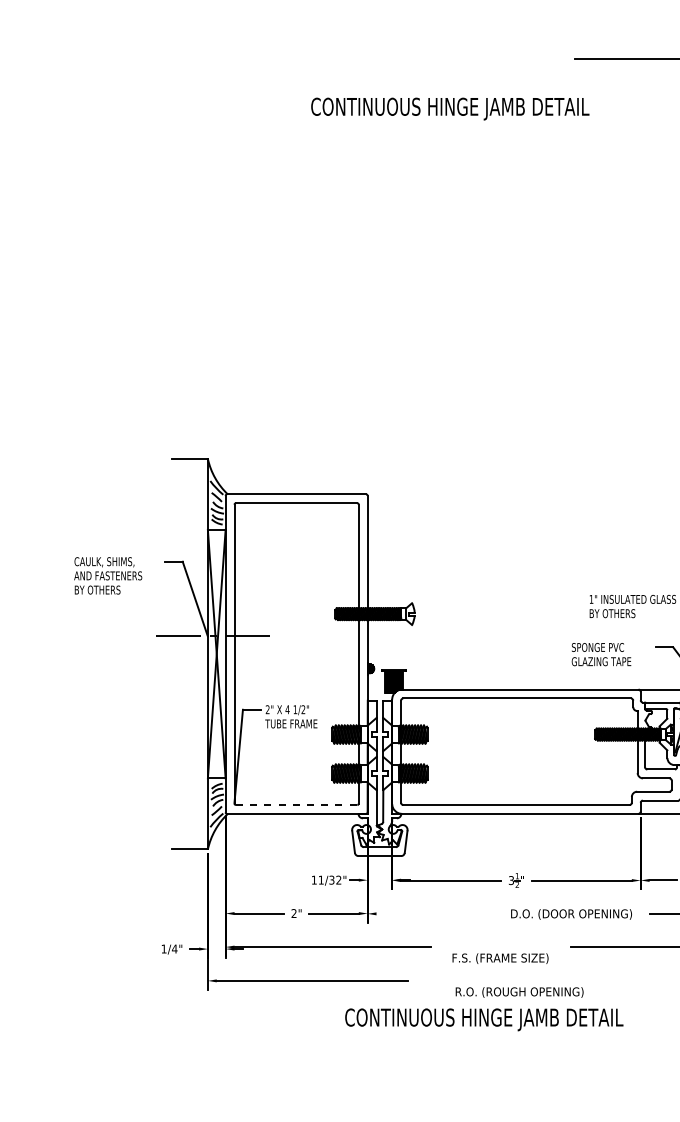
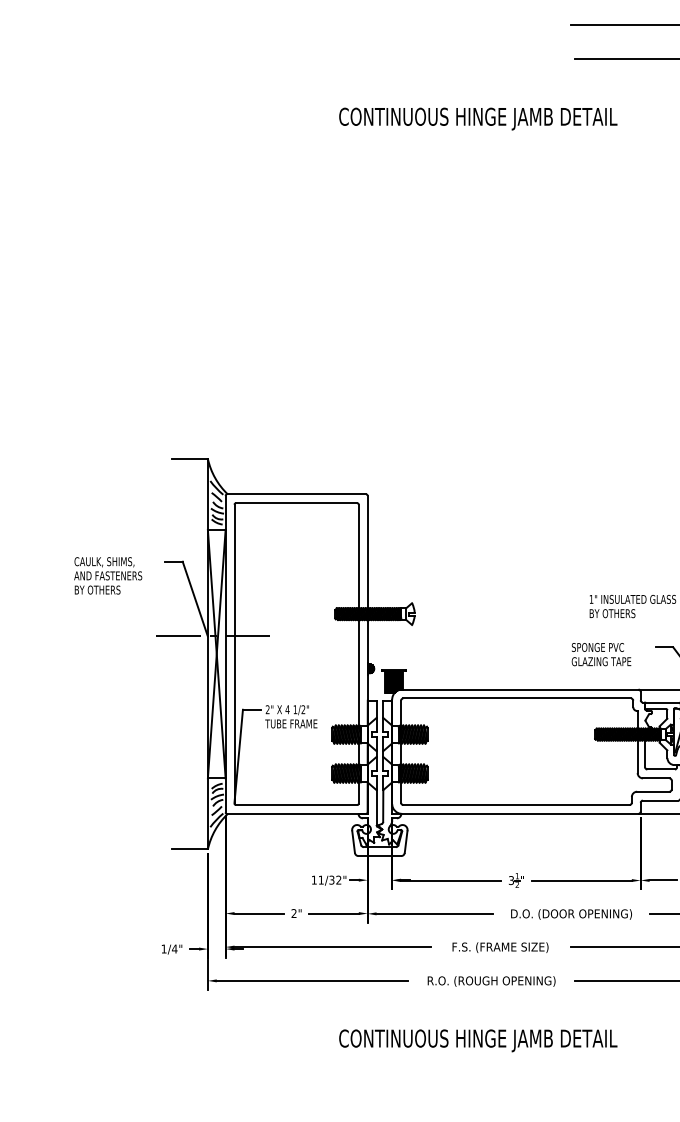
line at (623, 25): none -> present
text at (450, 108) position: (450, 108) -> (478, 118)
line at (296, 805): dashed -> solid
line at (434, 913): none -> present
text at (500, 958) position: (500, 958) -> (500, 947)
line at (625, 980): none -> present
text at (519, 992) position: (519, 992) -> (491, 981)
text at (484, 1019) position: (484, 1019) -> (478, 1040)
